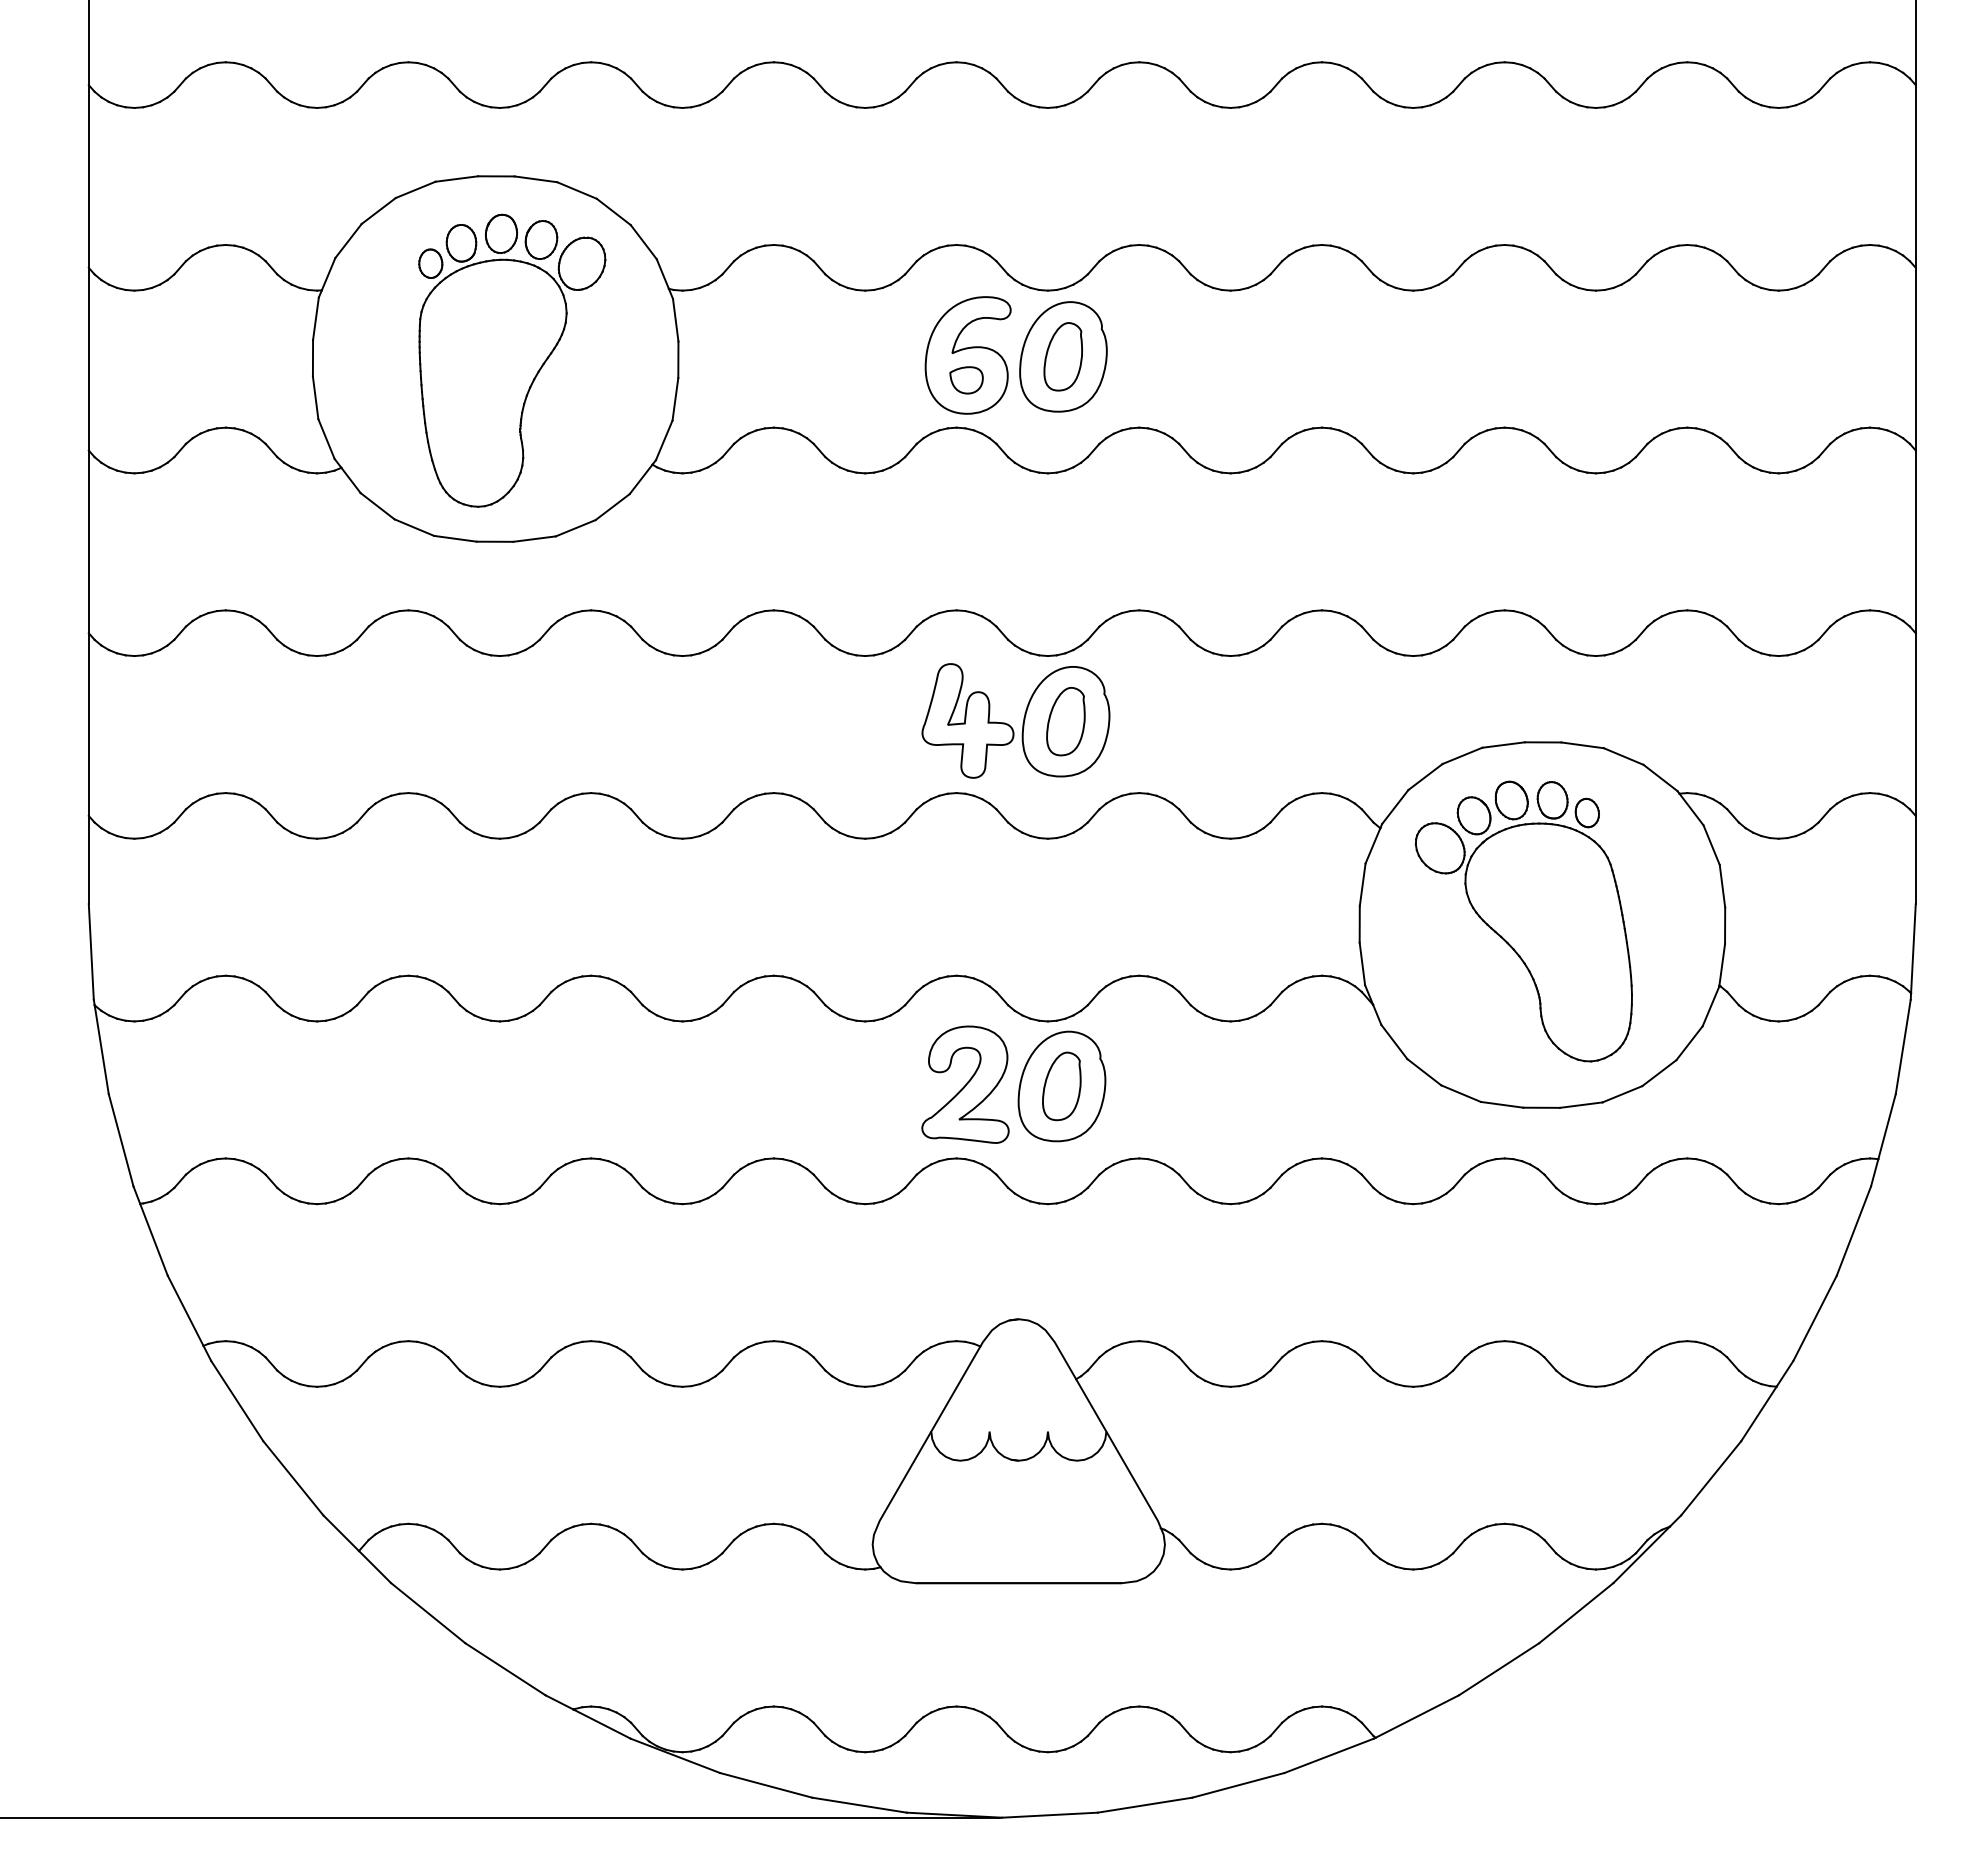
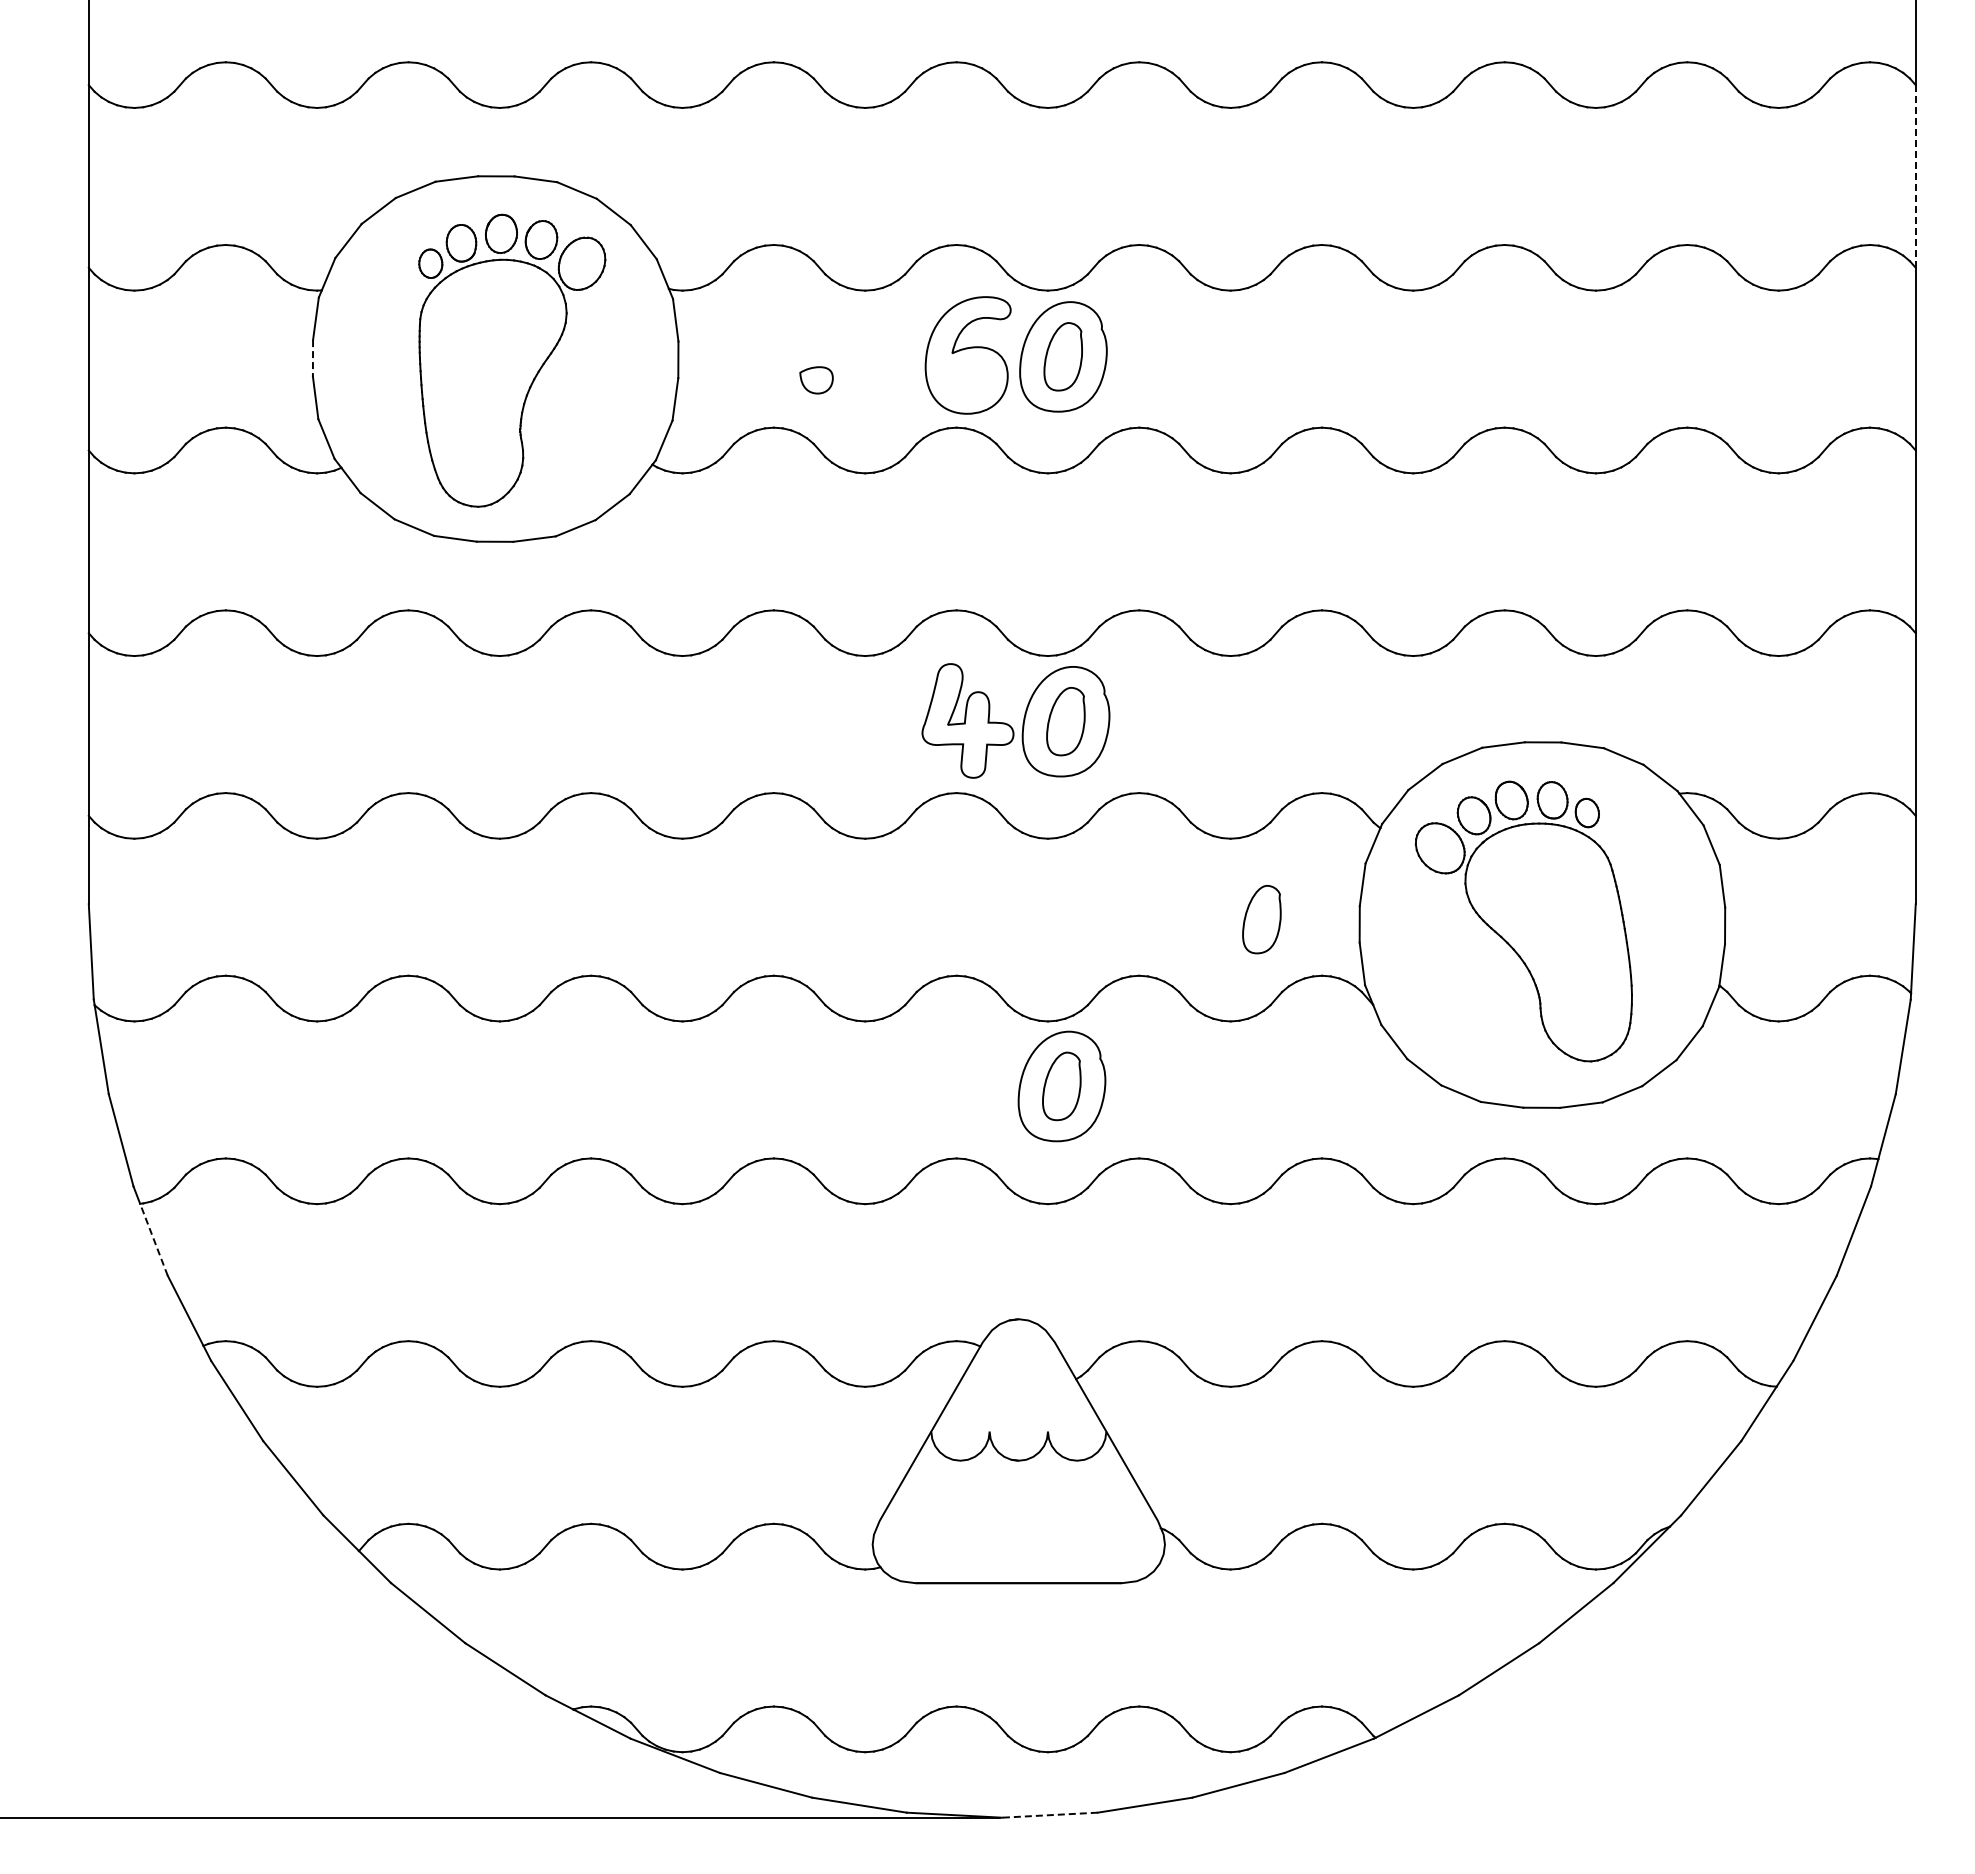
line at (1915, 175): solid -> dashed
line at (312, 358): solid -> dashed
part at (966, 380) position: (966, 380) -> (816, 380)
part at (1261, 919): none -> present
part at (965, 1084): present -> none
line at (153, 1239): solid -> dashed
line at (1050, 1815): solid -> dashed
